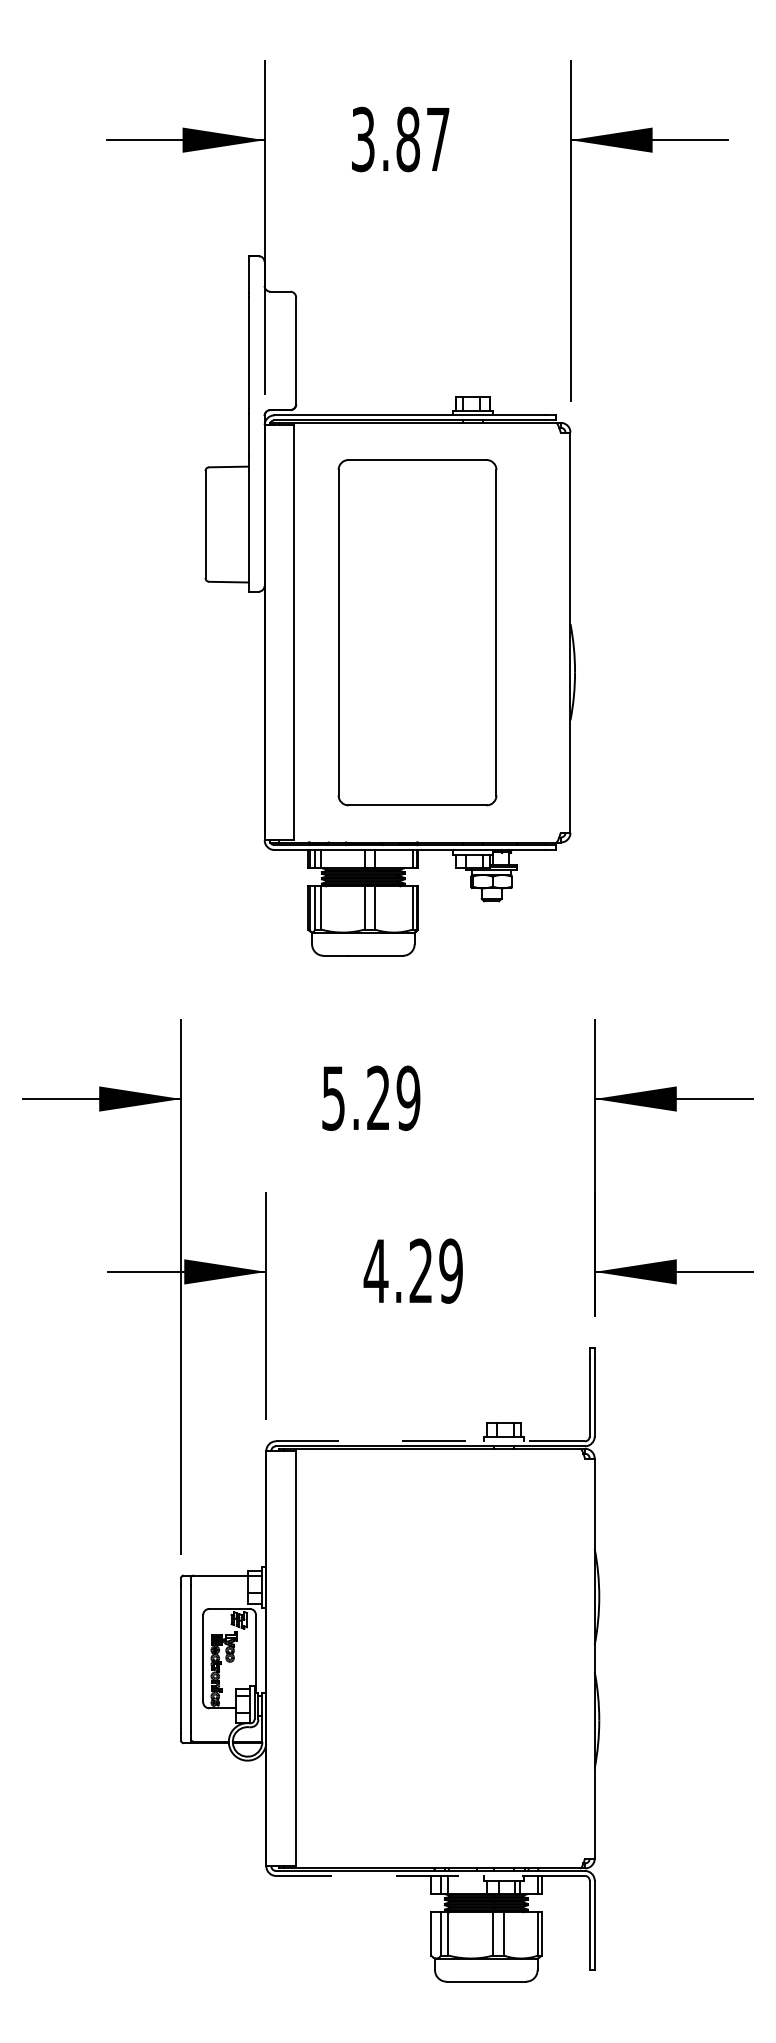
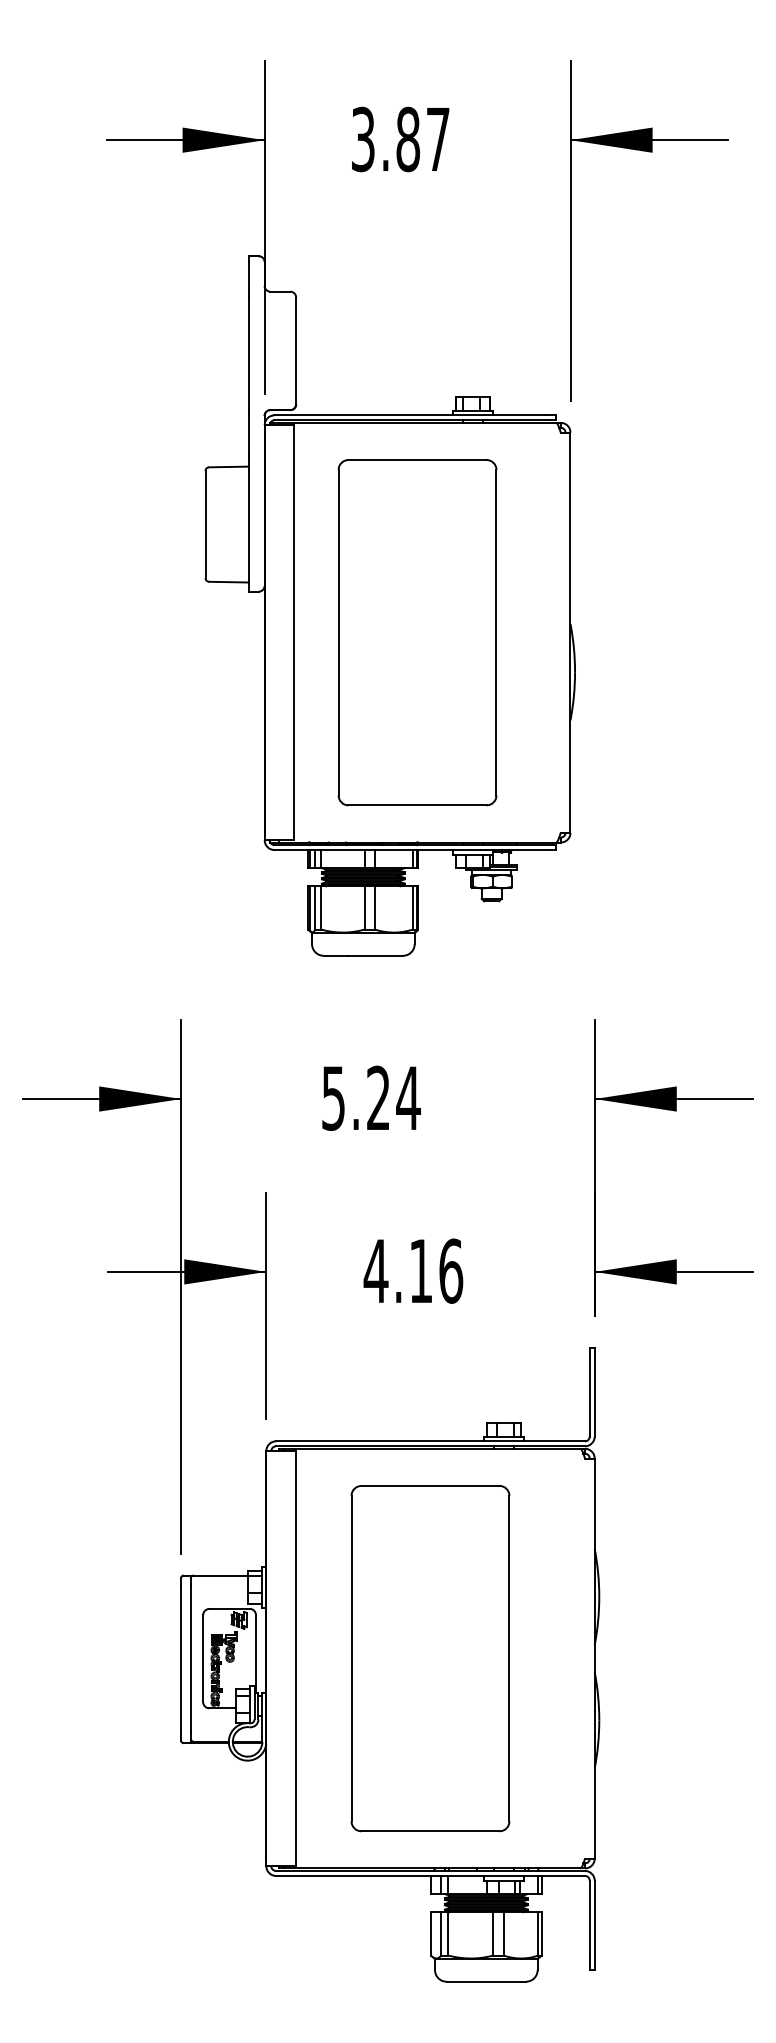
text at (408, 1097): 5.29 -> 5.24
text at (436, 1270): 4.29 -> 4.16
line at (431, 1441): dashed -> solid
part at (430, 1658): none -> present
line at (430, 1875): dashed -> solid
